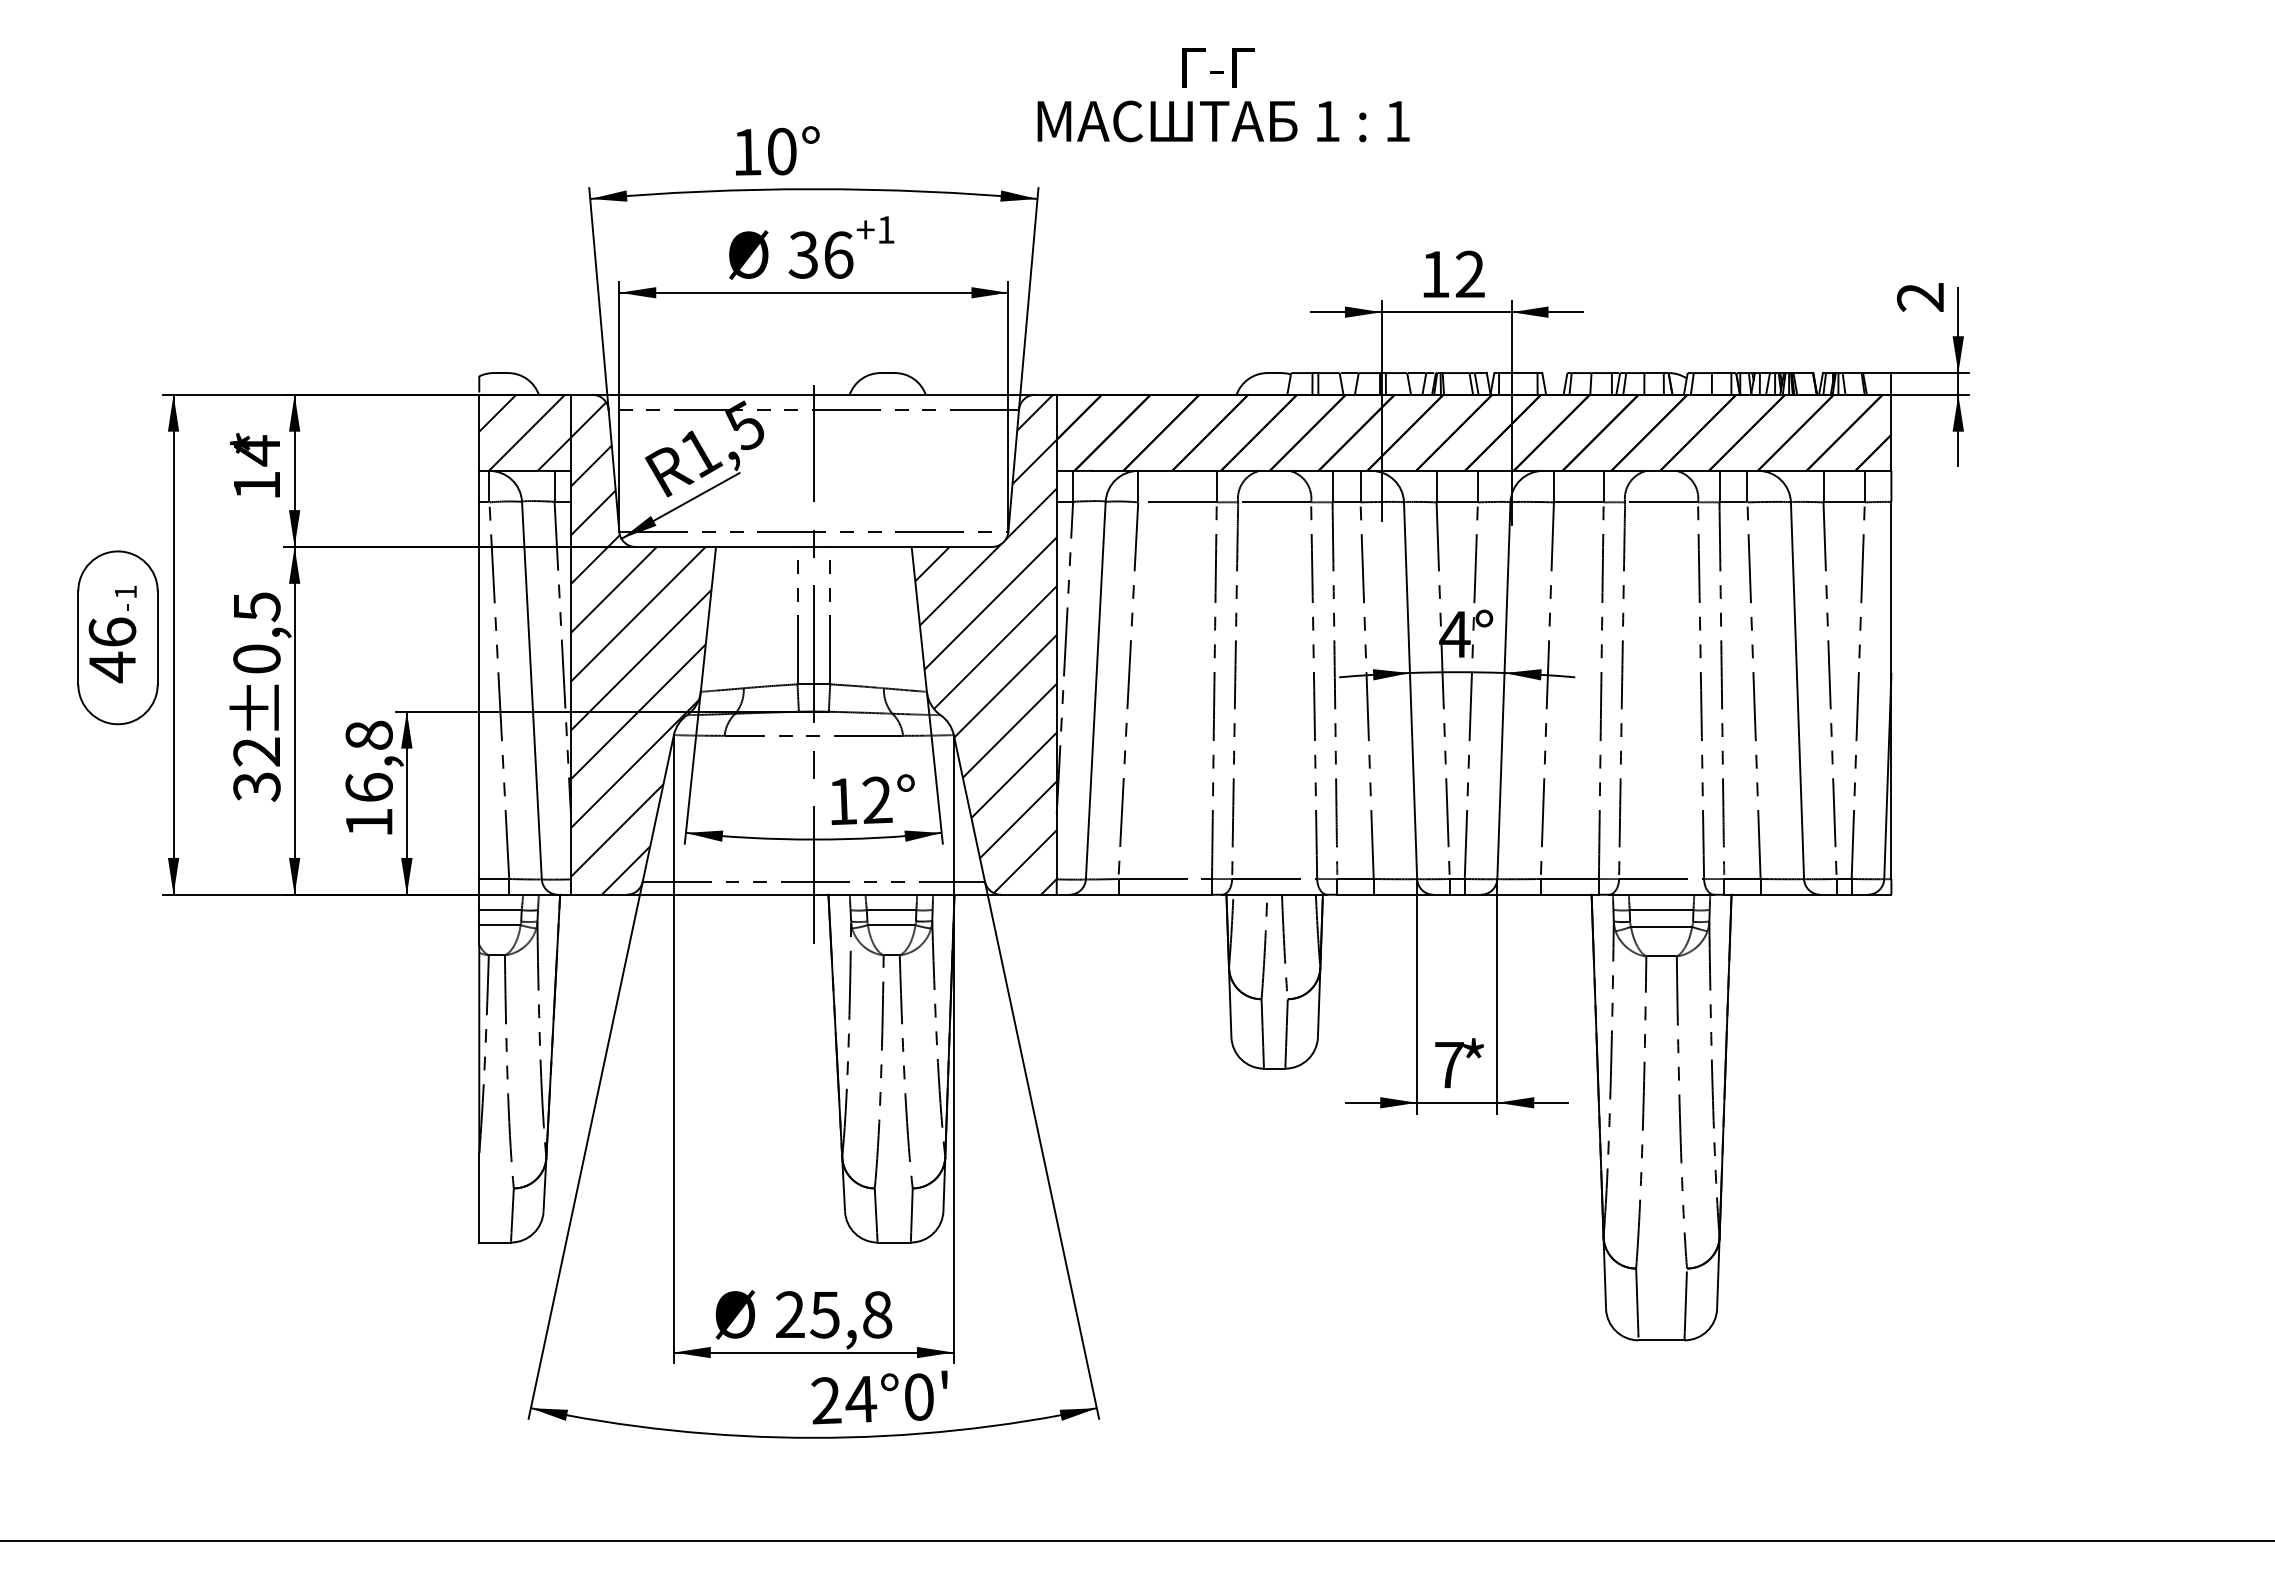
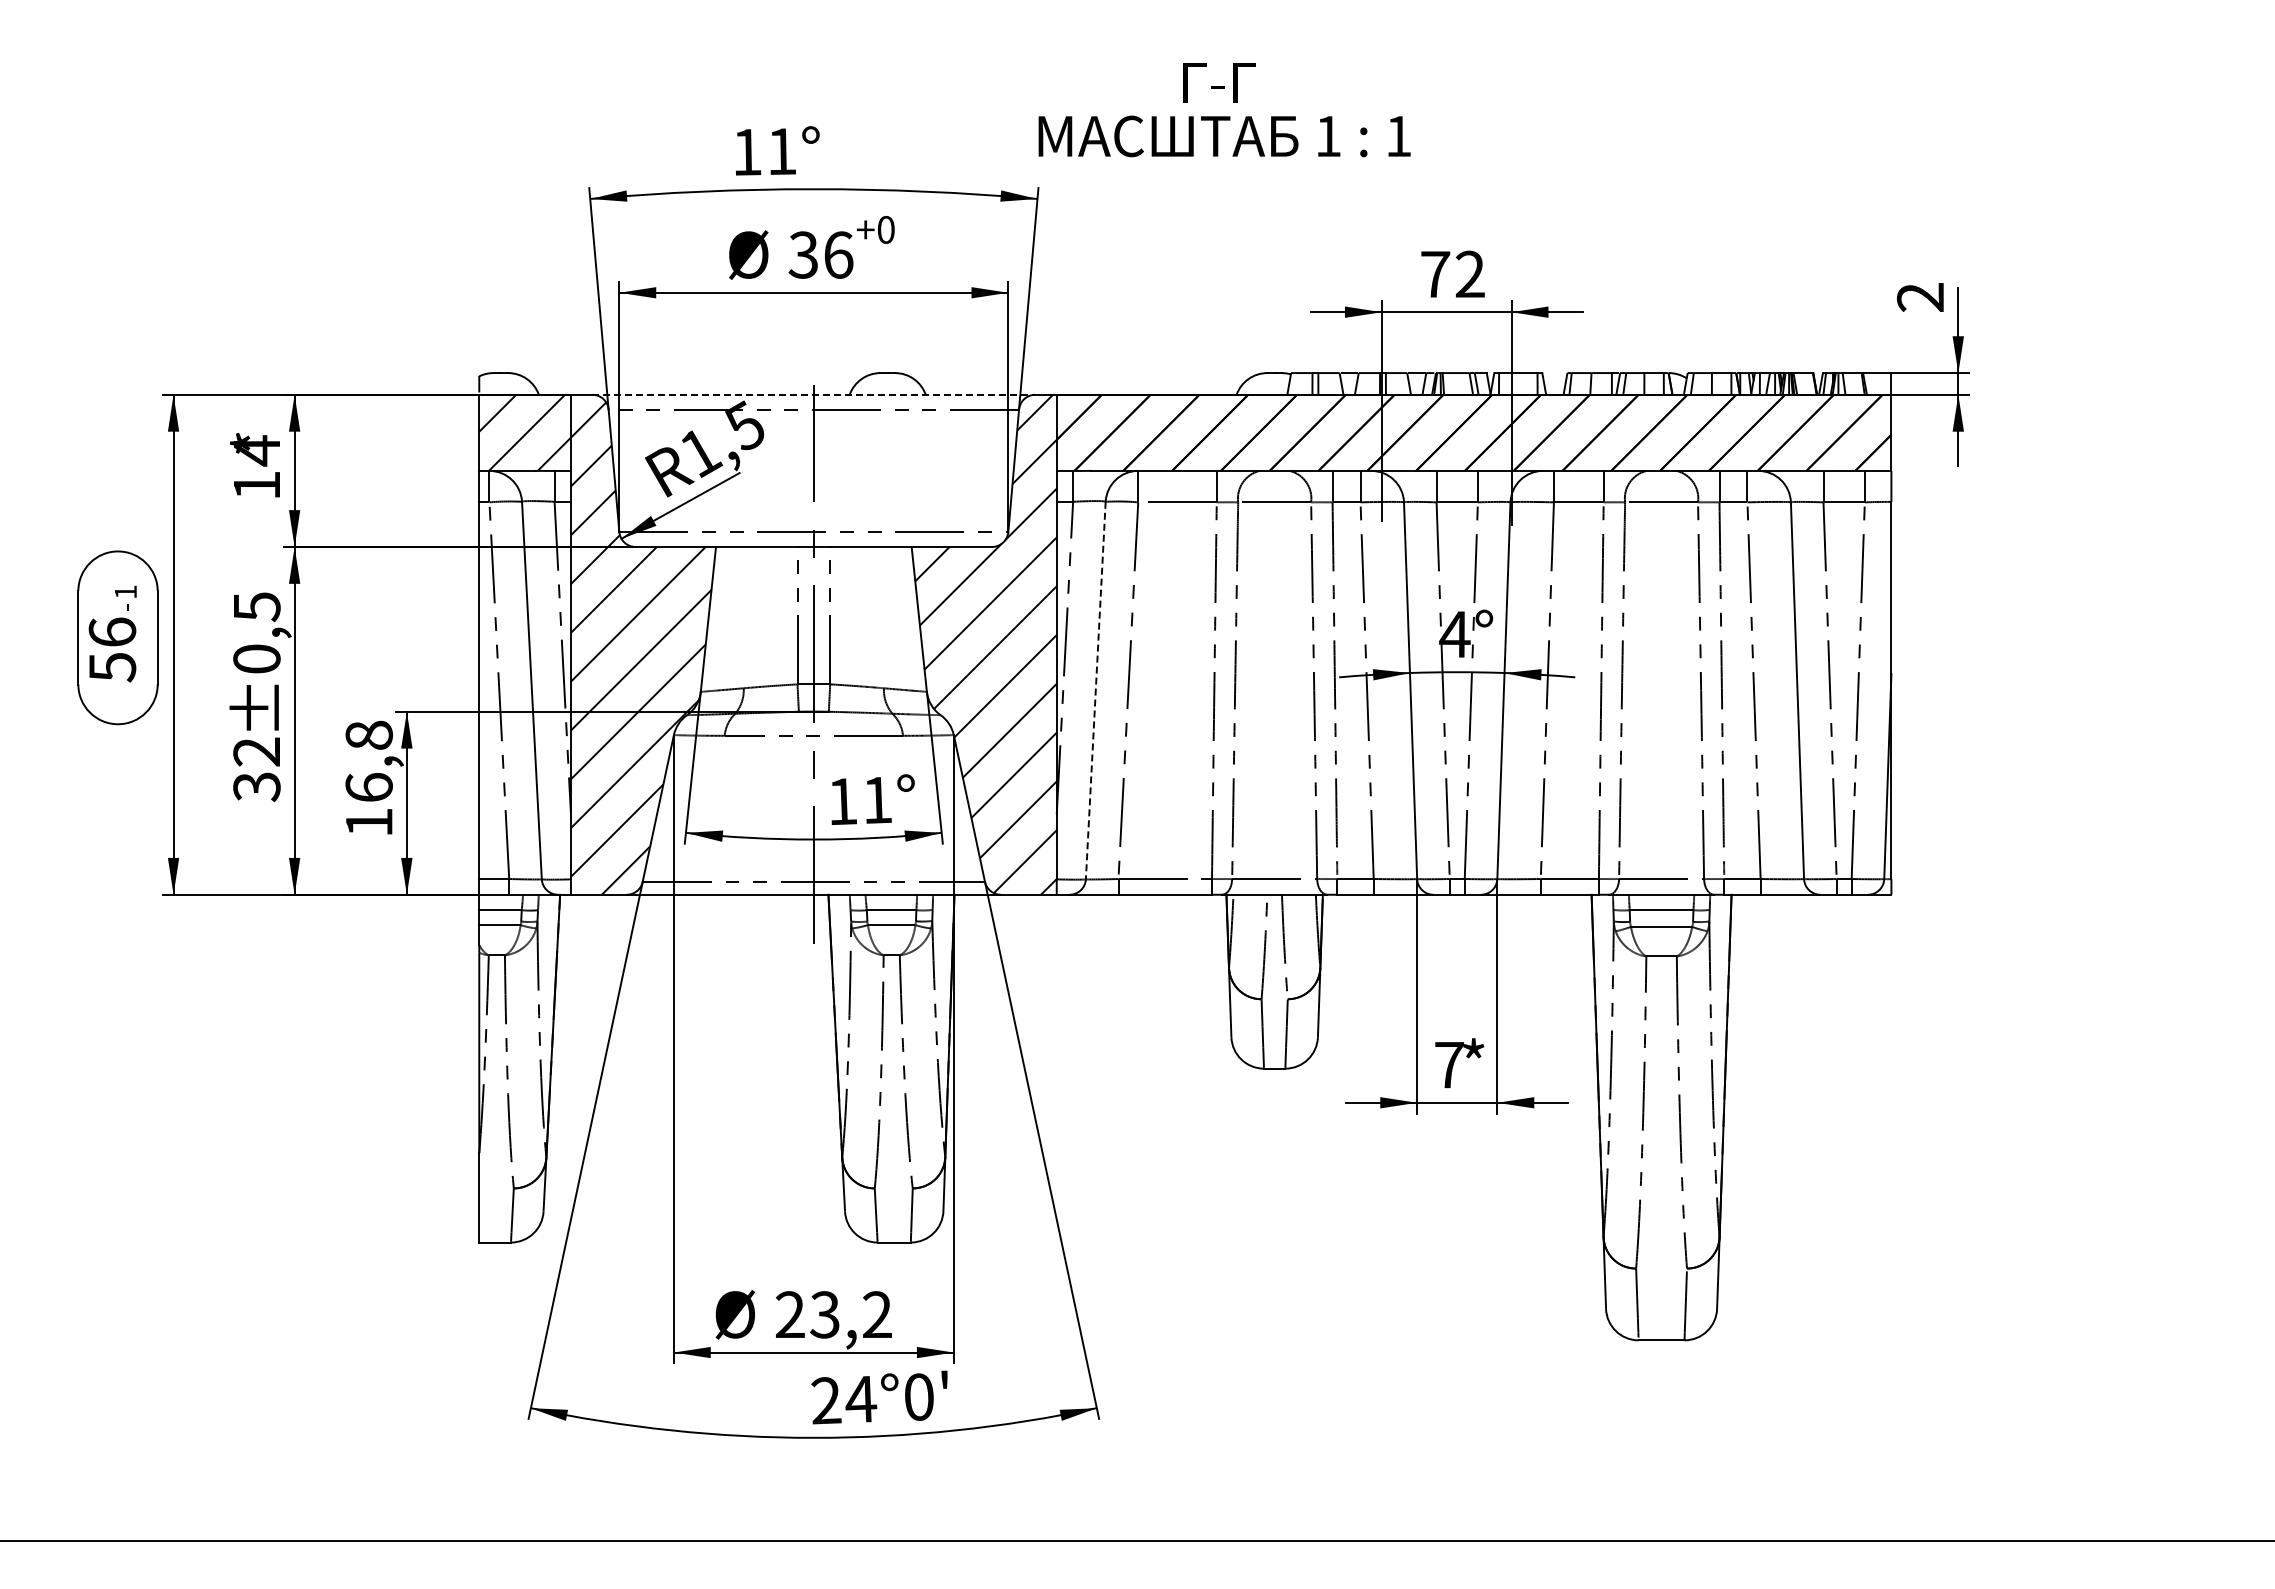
text at (1223, 95) position: (1223, 95) -> (1224, 110)
text at (782, 151): 10° -> 11°
text at (885, 229): +1 -> +0
text at (1435, 274): 12 -> 72
line at (814, 394): solid -> dashed
text at (112, 667): 46 -> 56
line at (1095, 691): solid -> dashed
text at (877, 799): 12° -> 11°
text at (851, 1314): 25,8 -> 23,2
